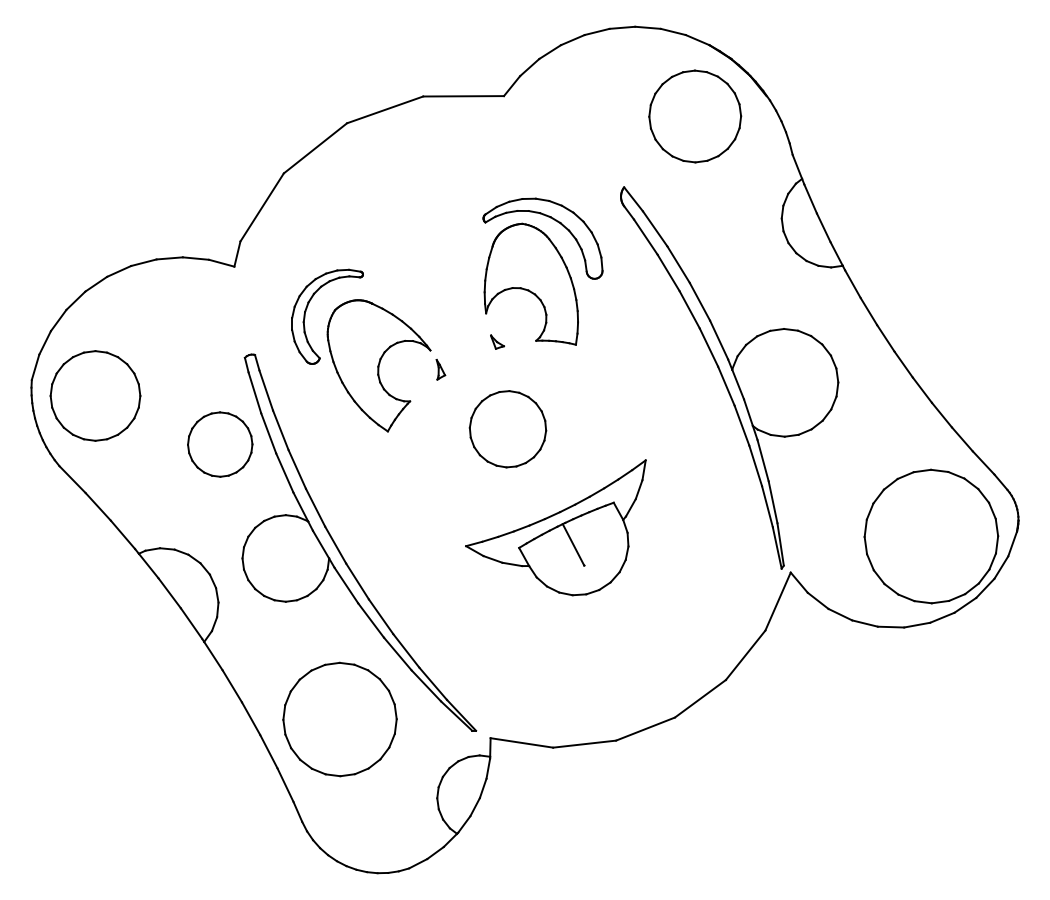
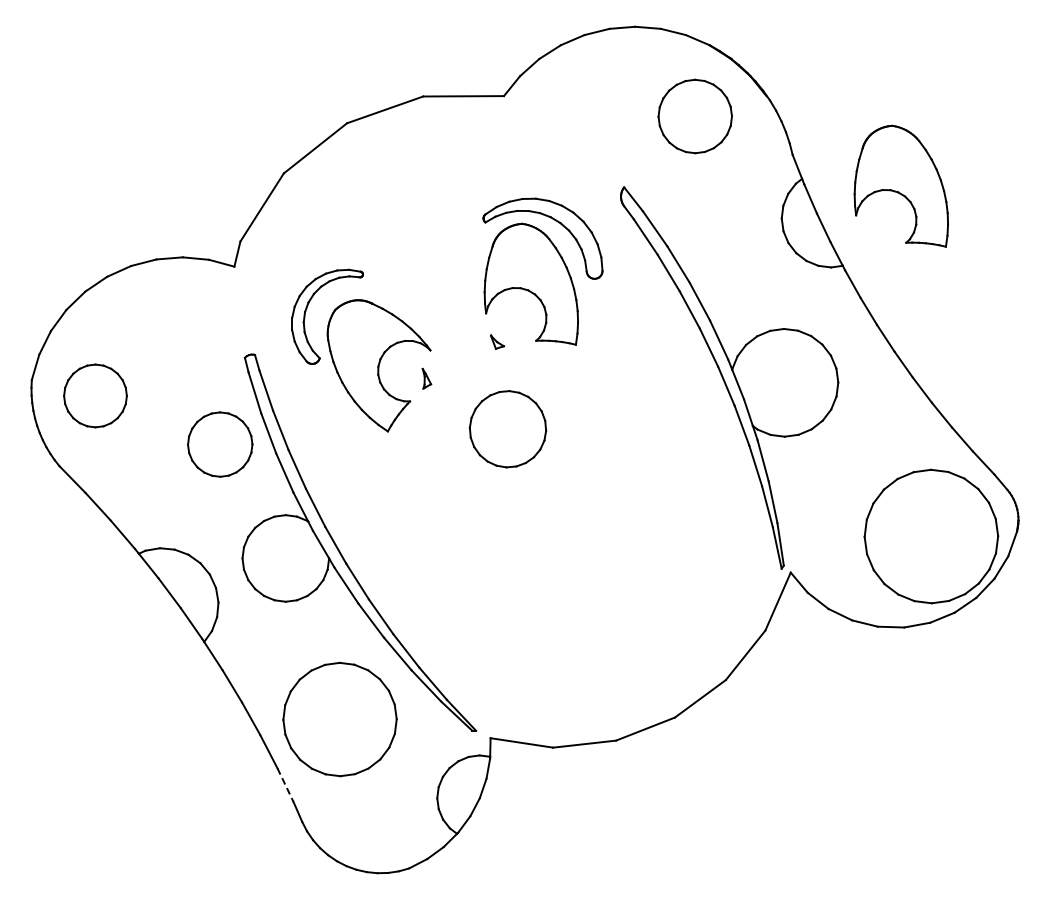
part at (695, 116) size: 95x95 px -> 76x77 px
part at (900, 185): none -> present
part at (440, 369) position: (440, 369) -> (426, 378)
part at (95, 395) size: 93x92 px -> 65x66 px
part at (555, 527): present -> none
line at (285, 785): solid -> dashed
